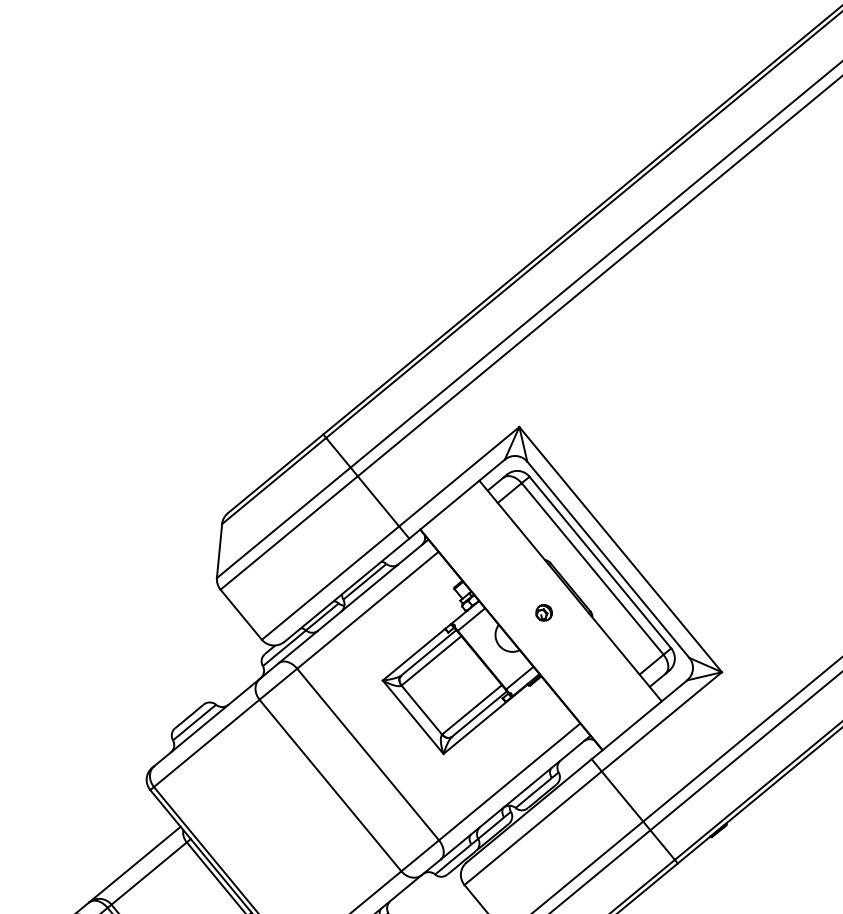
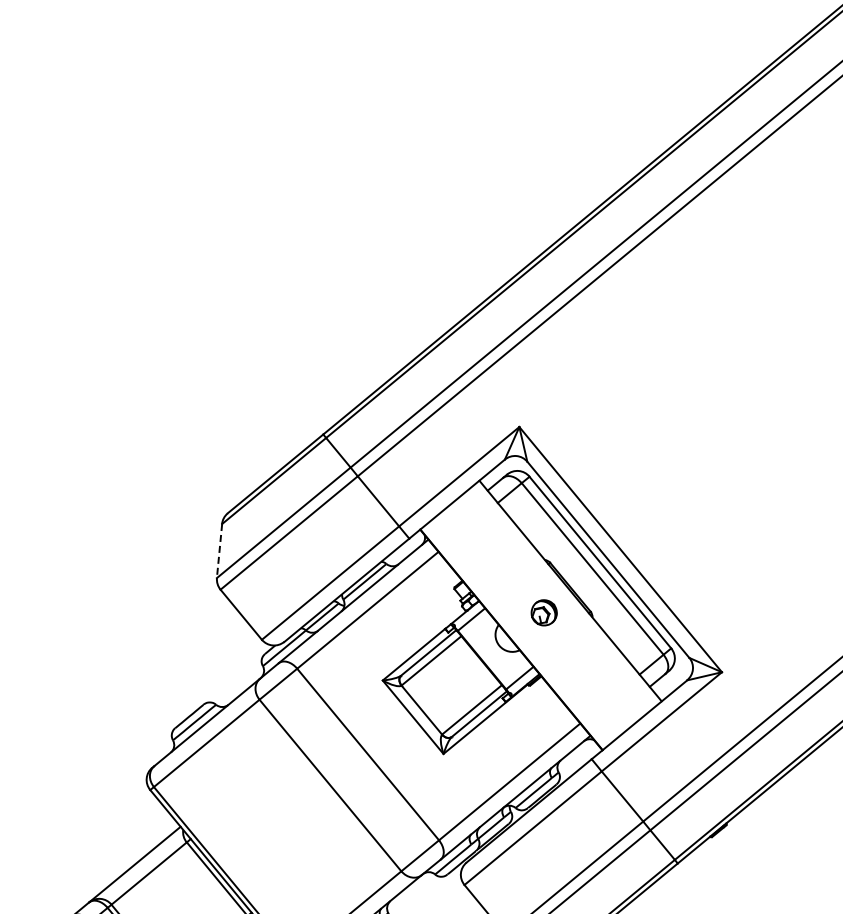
line at (219, 551): solid -> dashed
part at (543, 612) size: 18x18 px -> 28x28 px
